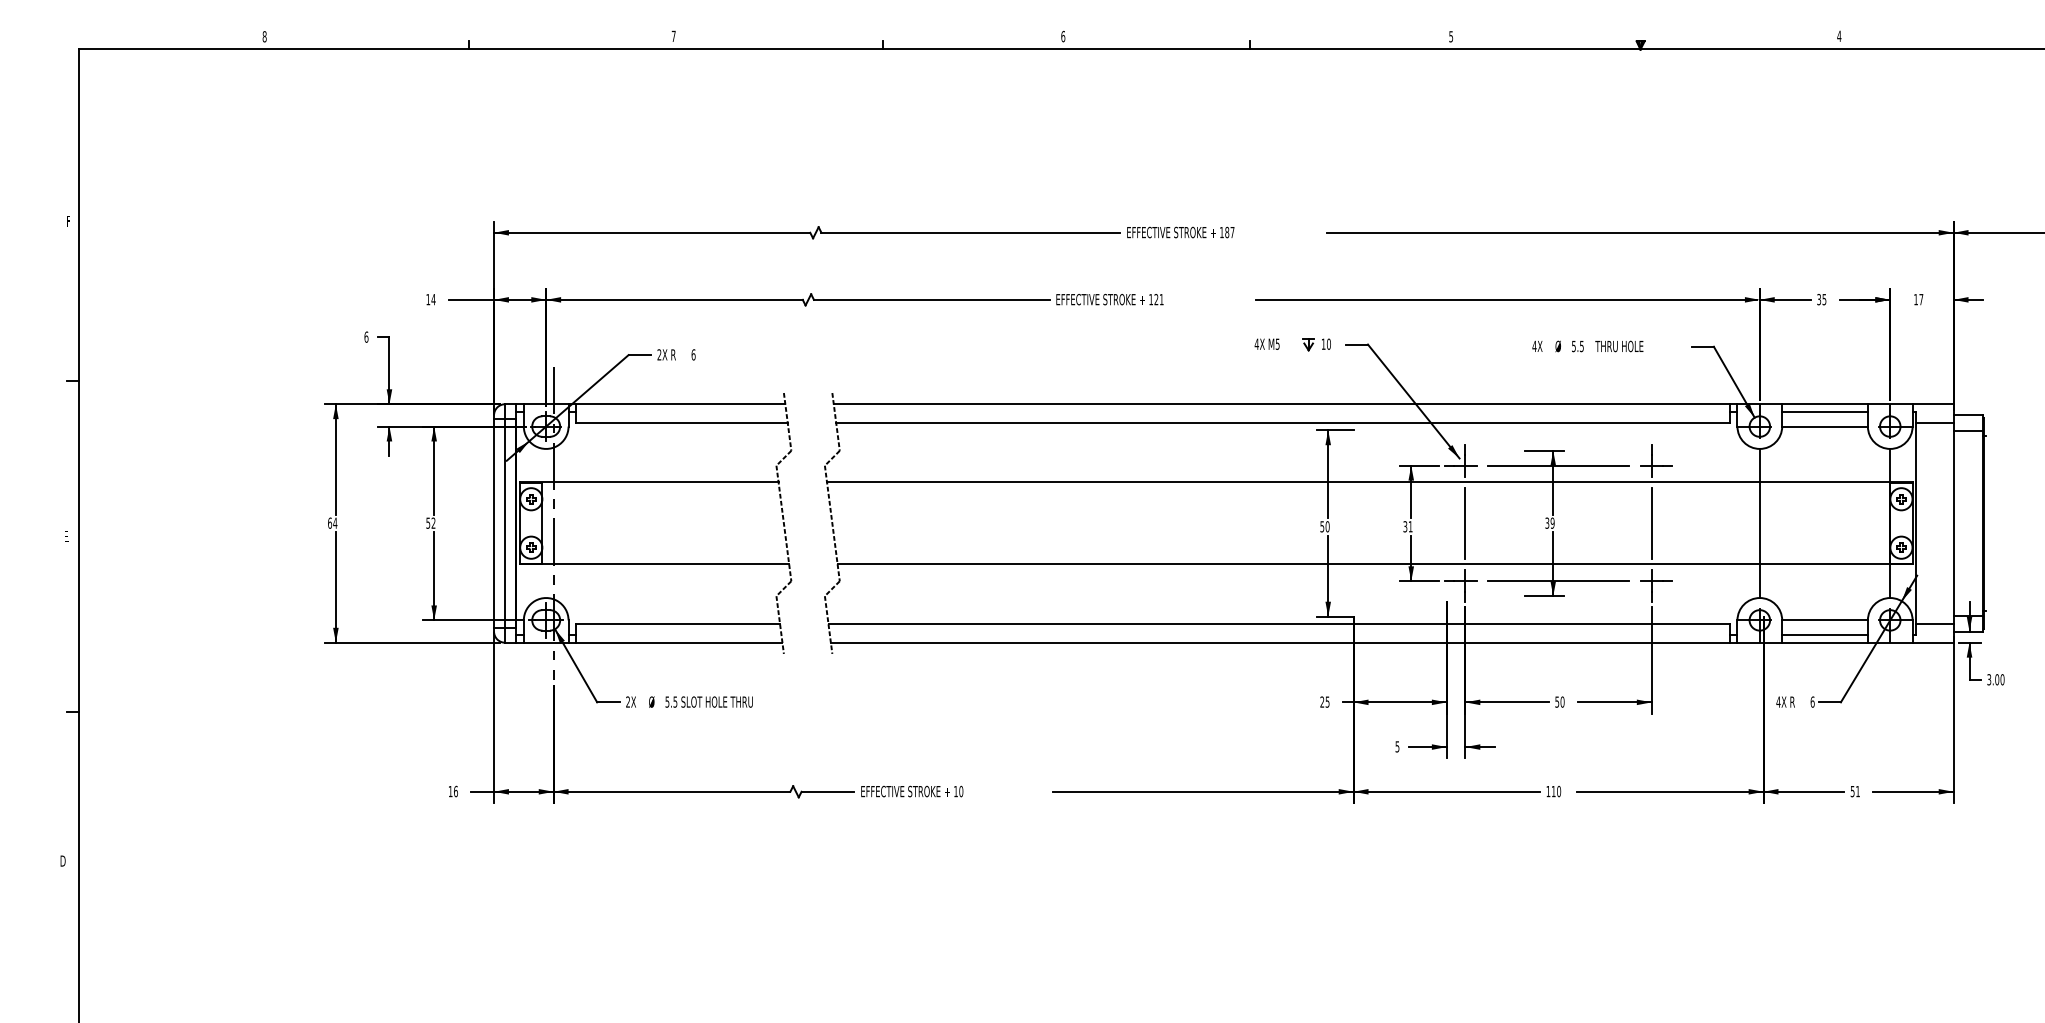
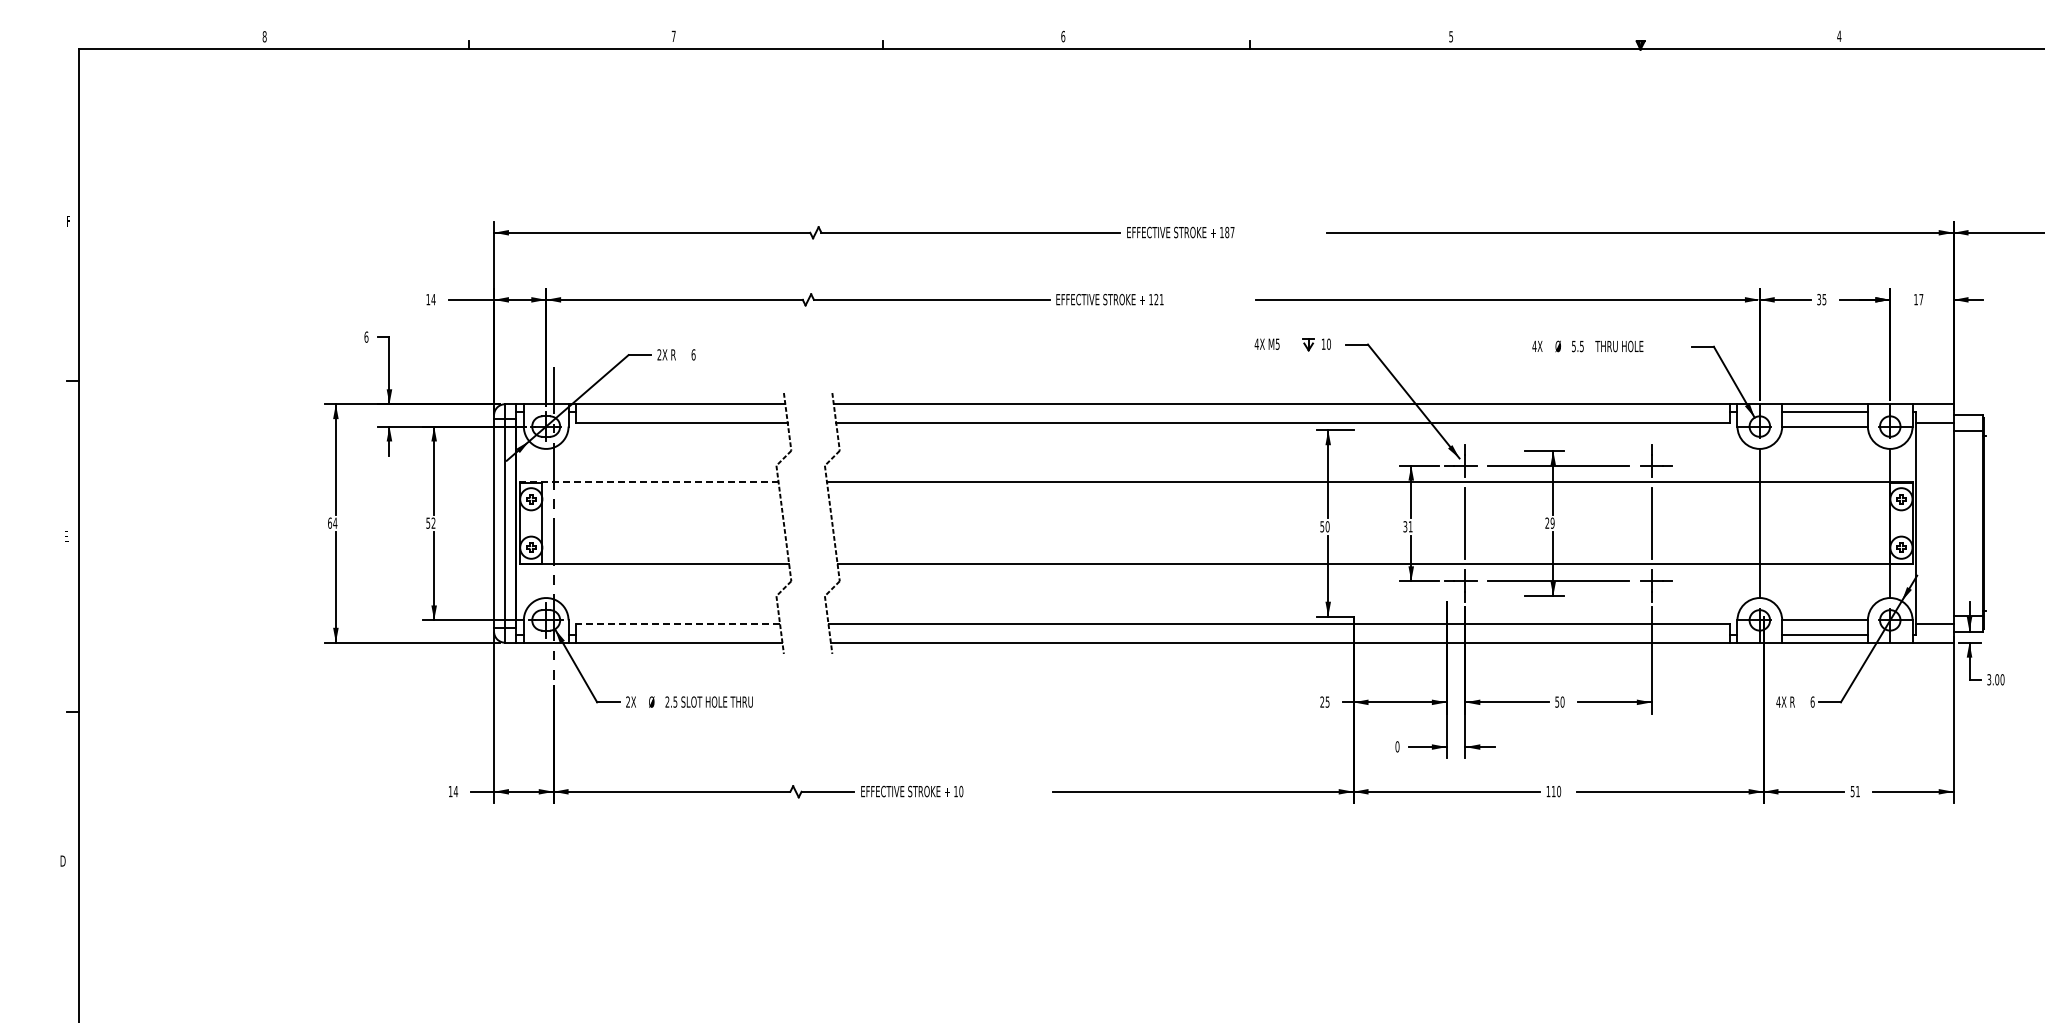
line at (648, 482): solid -> dashed
text at (1547, 523): 39 -> 29
line at (677, 624): solid -> dashed
text at (667, 701): 5.5 -> 2.5
text at (1397, 746): 5 -> 0
text at (455, 791): 16 -> 14
